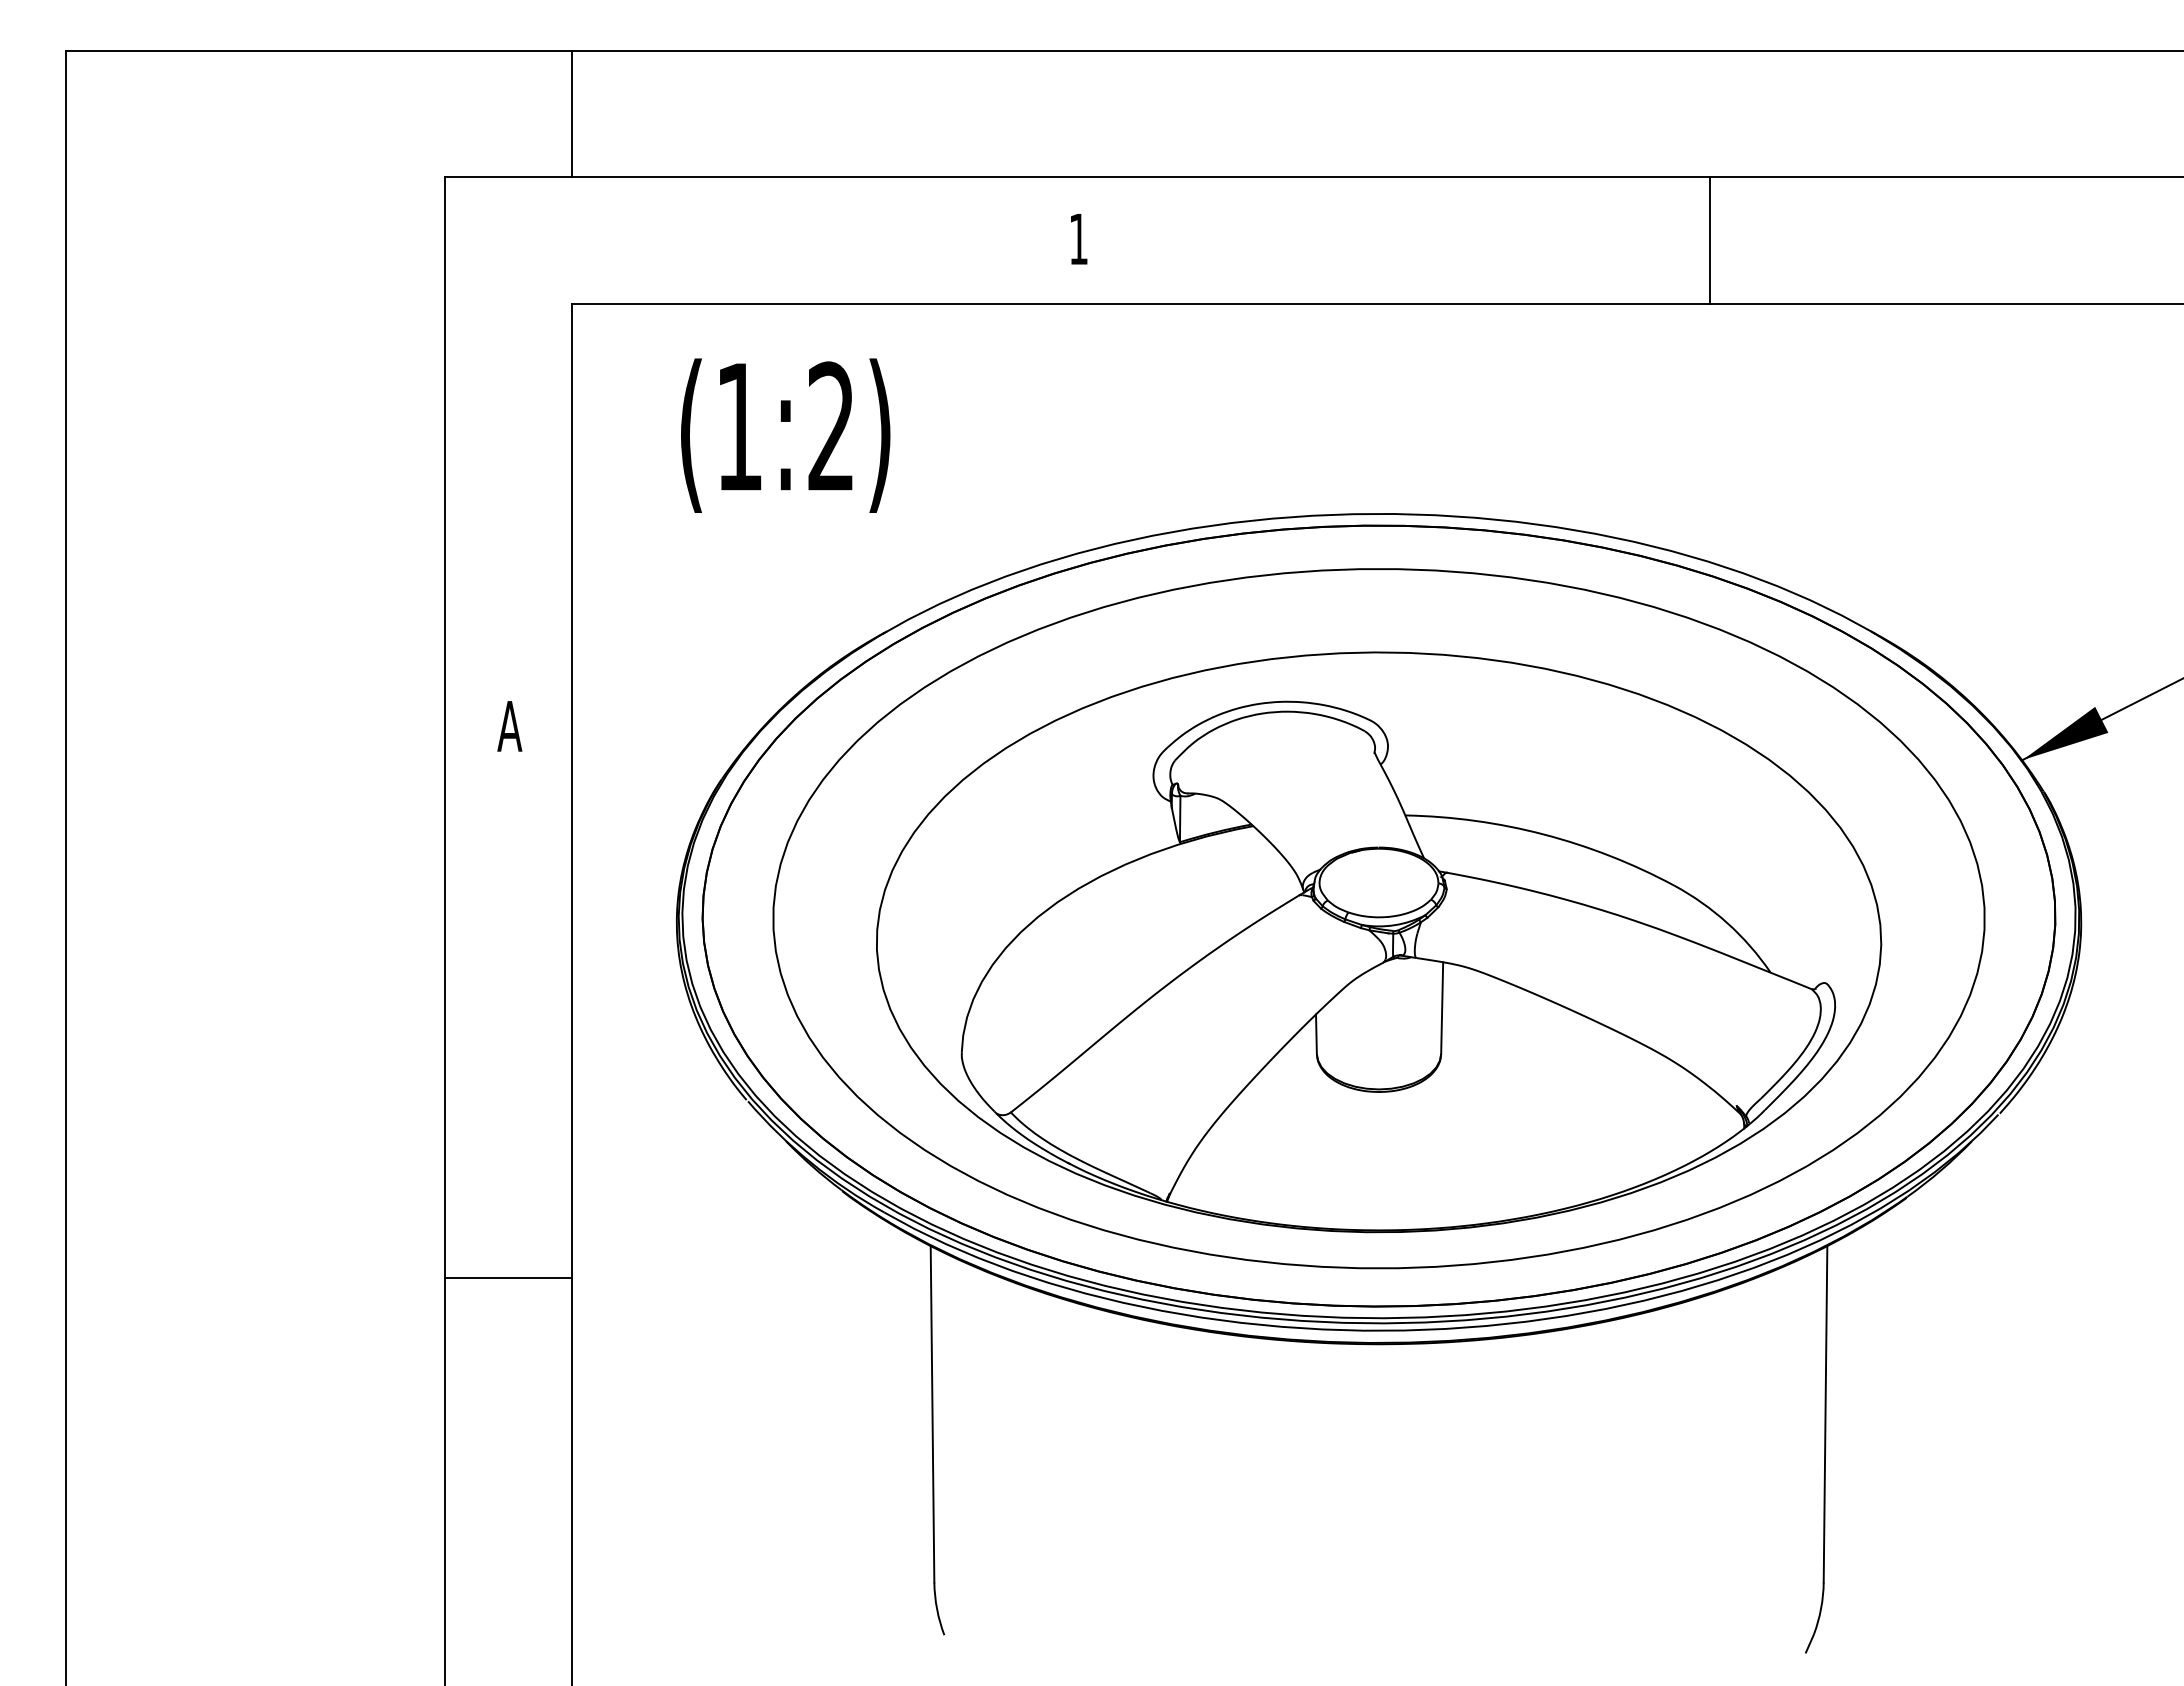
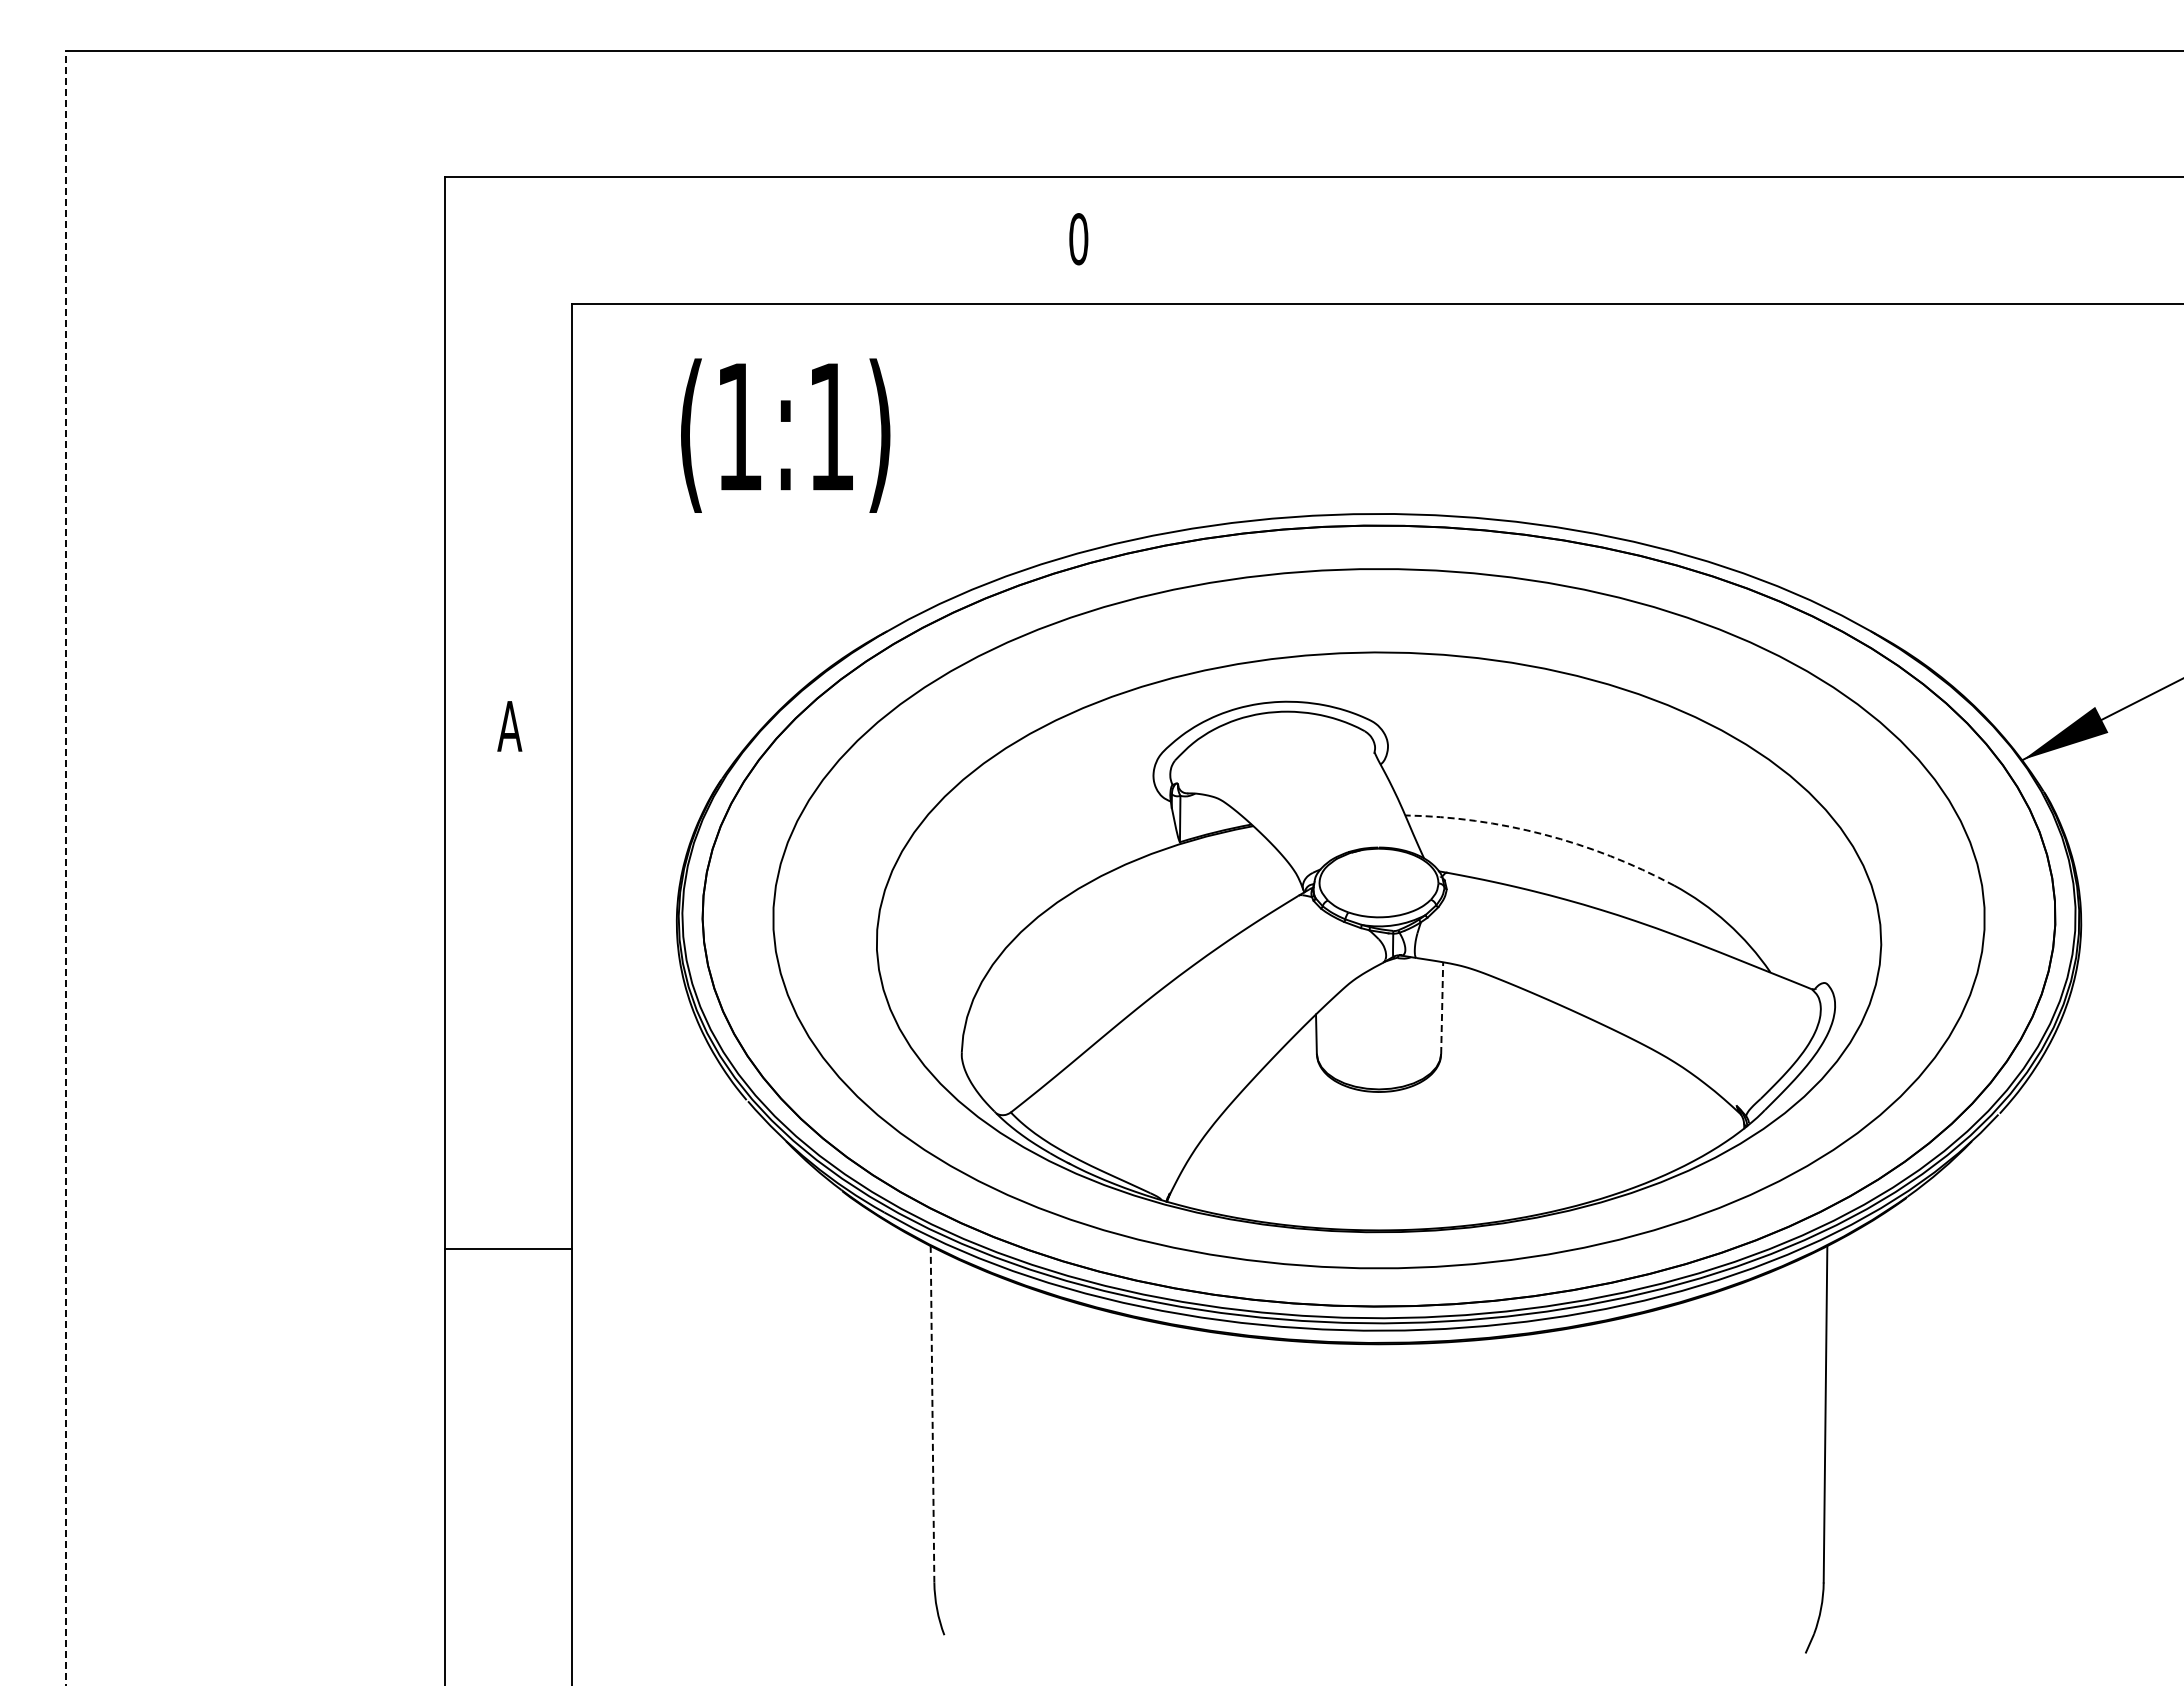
line at (571, 113): present -> none
text at (1078, 239): 1 -> 0
line at (1710, 240): present -> none
text at (830, 425): (1:2) -> (1:1)
arc at (1543, 834): solid -> dashed
line at (65, 867): solid -> dashed
line at (1442, 1008): solid -> dashed
line at (508, 1277) position: (508, 1277) -> (508, 1248)
line at (932, 1414): solid -> dashed
